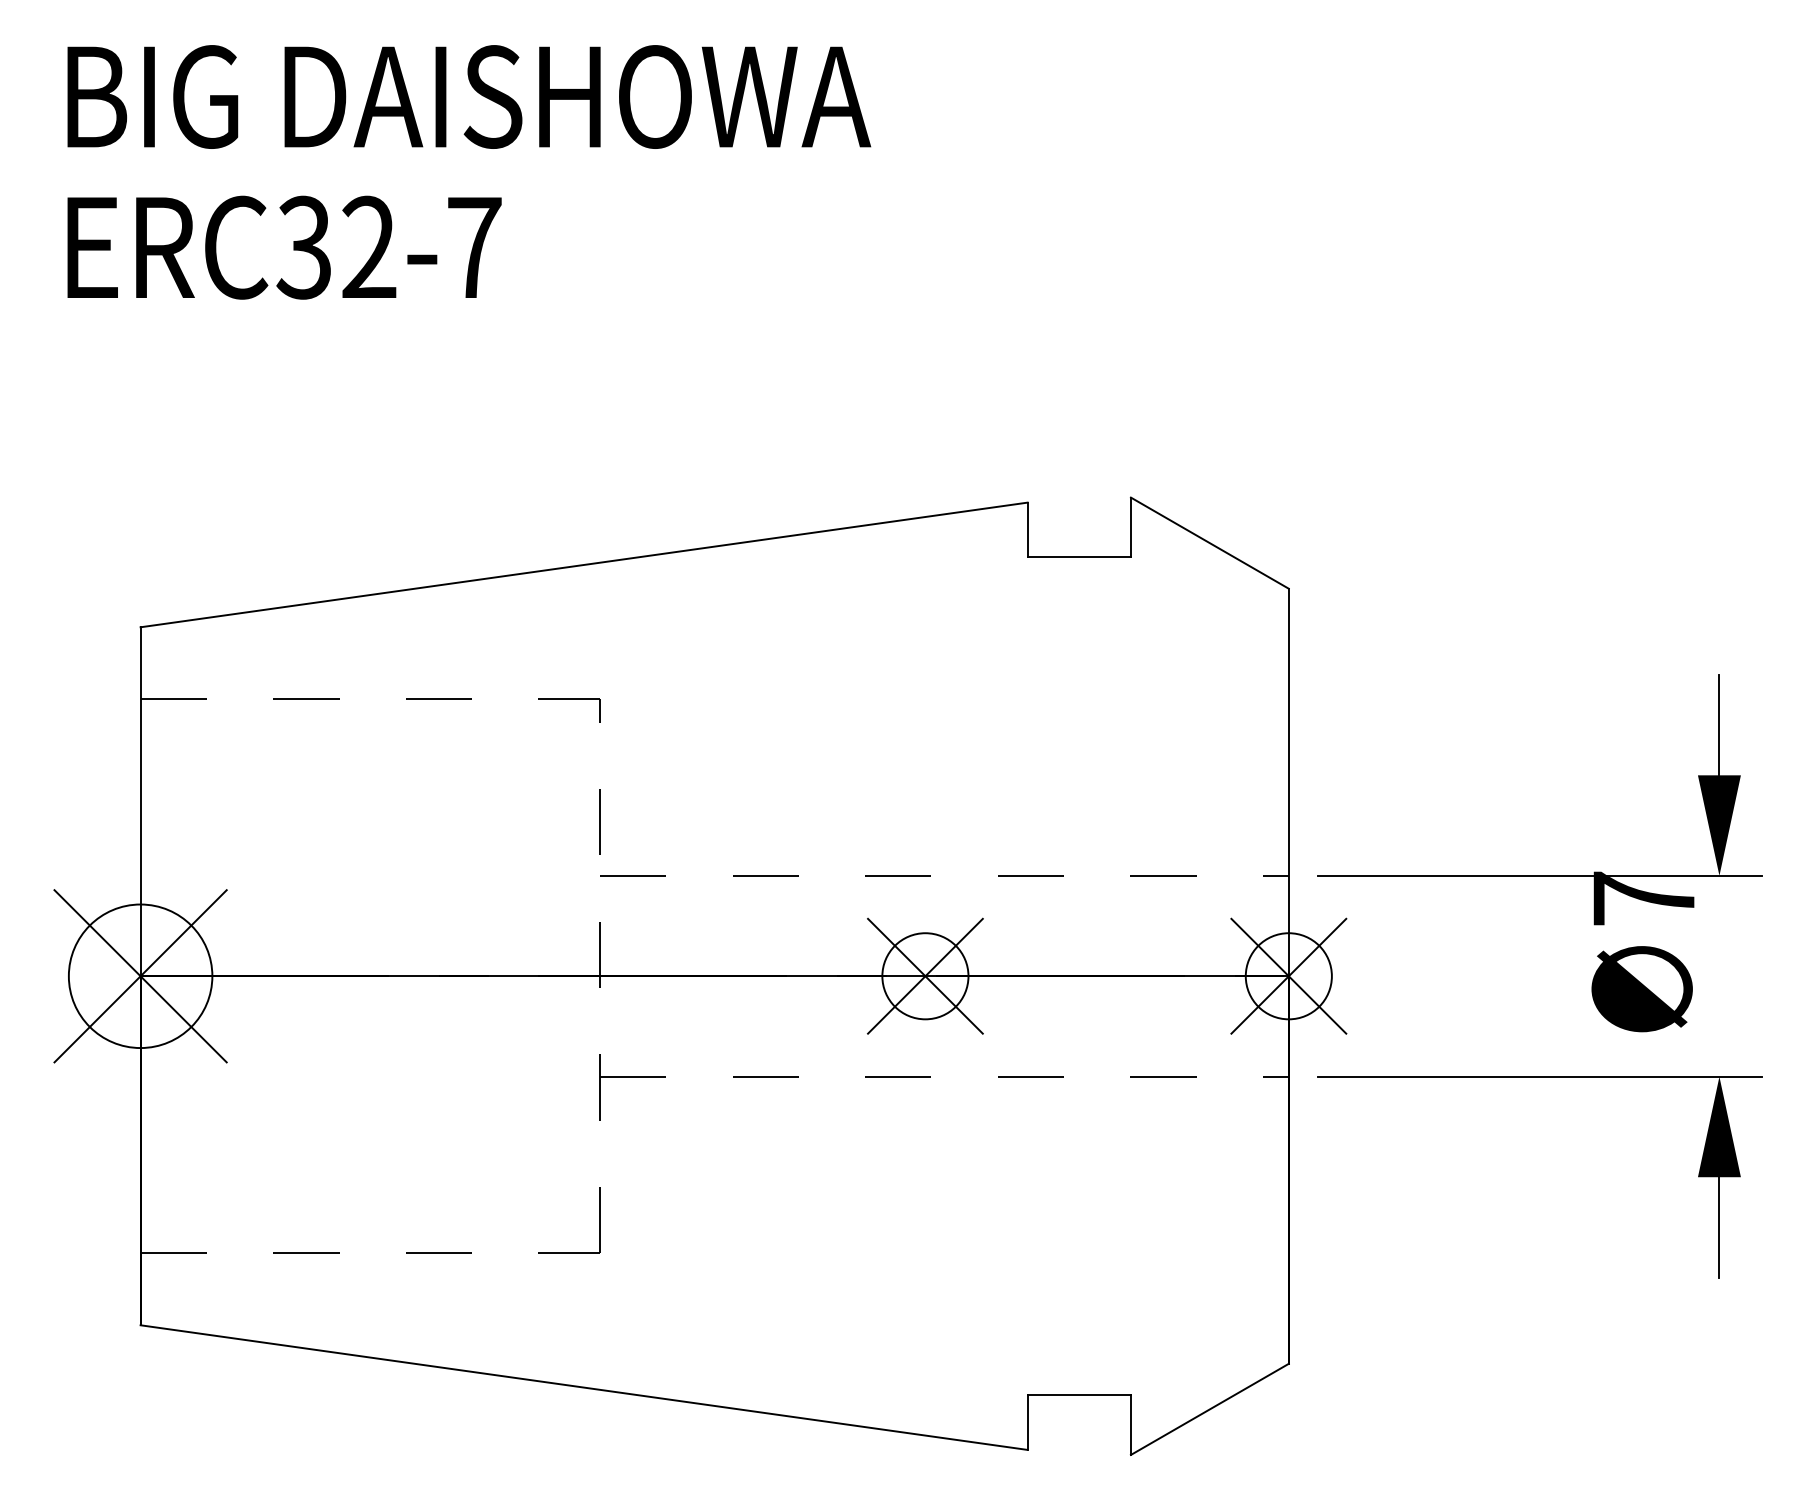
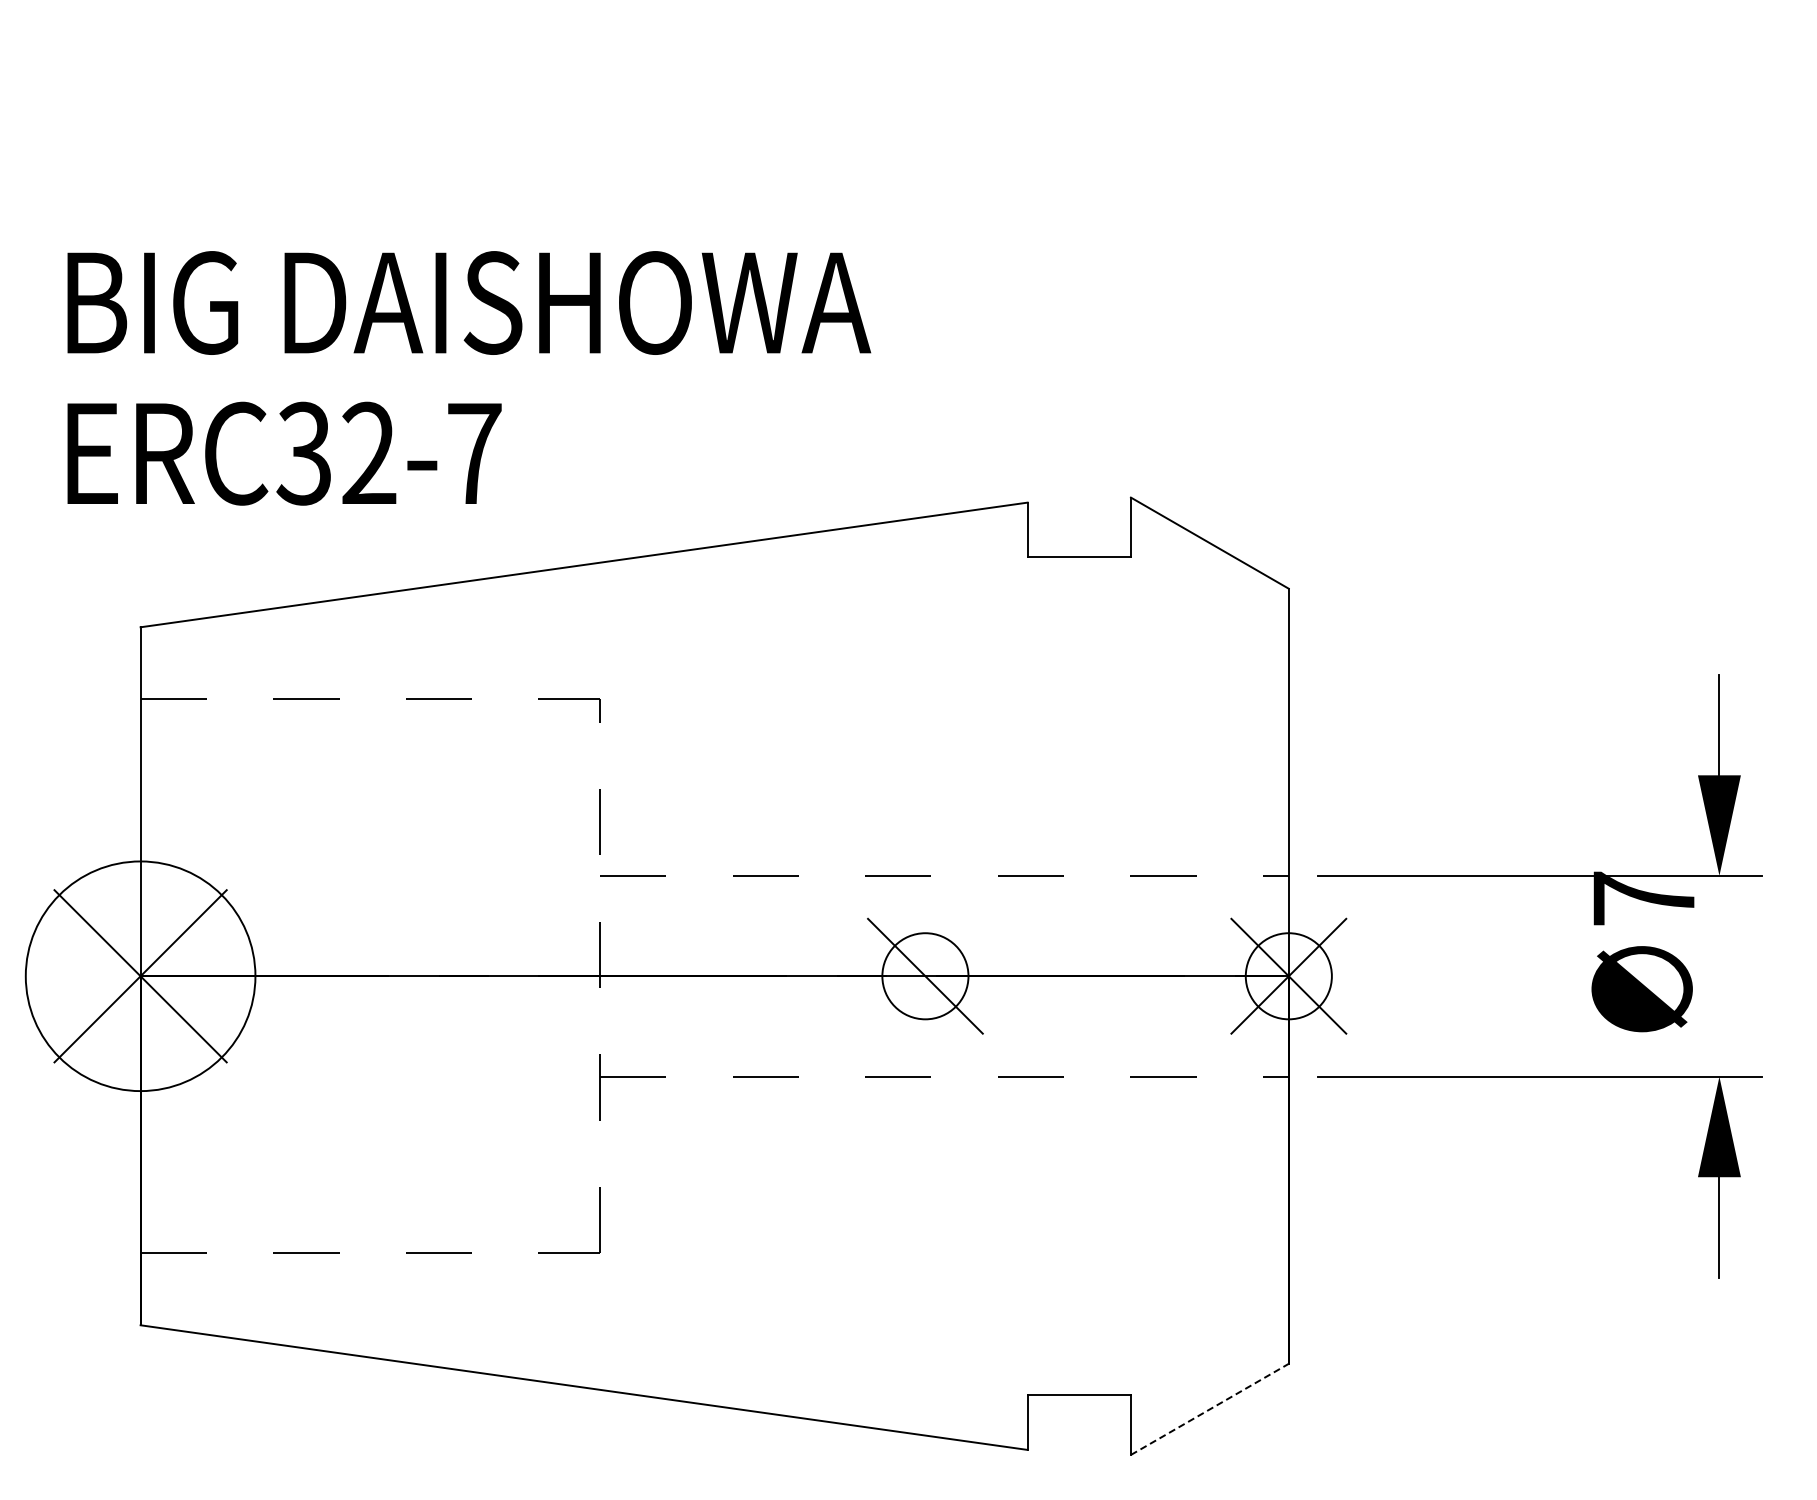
text at (469, 172) position: (469, 172) -> (469, 378)
line at (925, 975): present -> none
circle at (140, 976) diameter: 144 px -> 230 px
line at (1210, 1409): solid -> dashed
